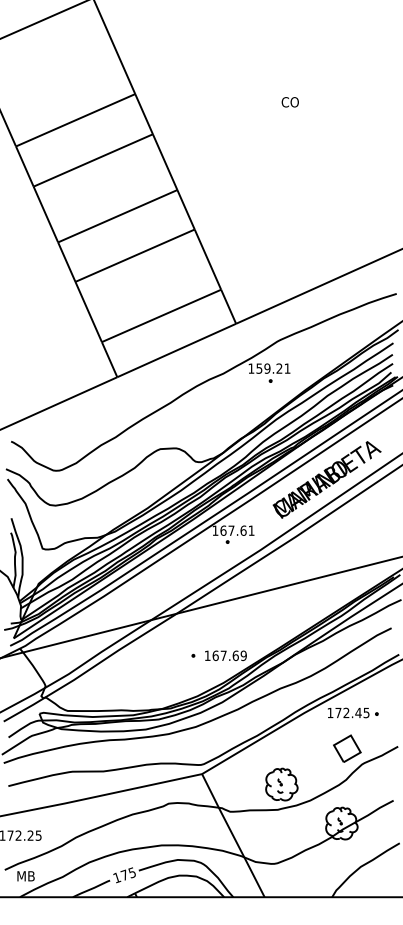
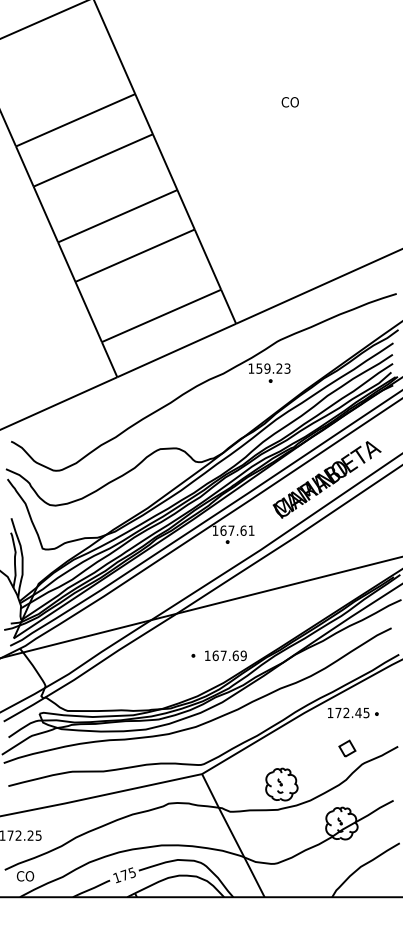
text at (287, 368): 159.21 -> 159.23
part at (347, 748) size: 29x29 px -> 19x19 px
text at (25, 876): MB -> CO
